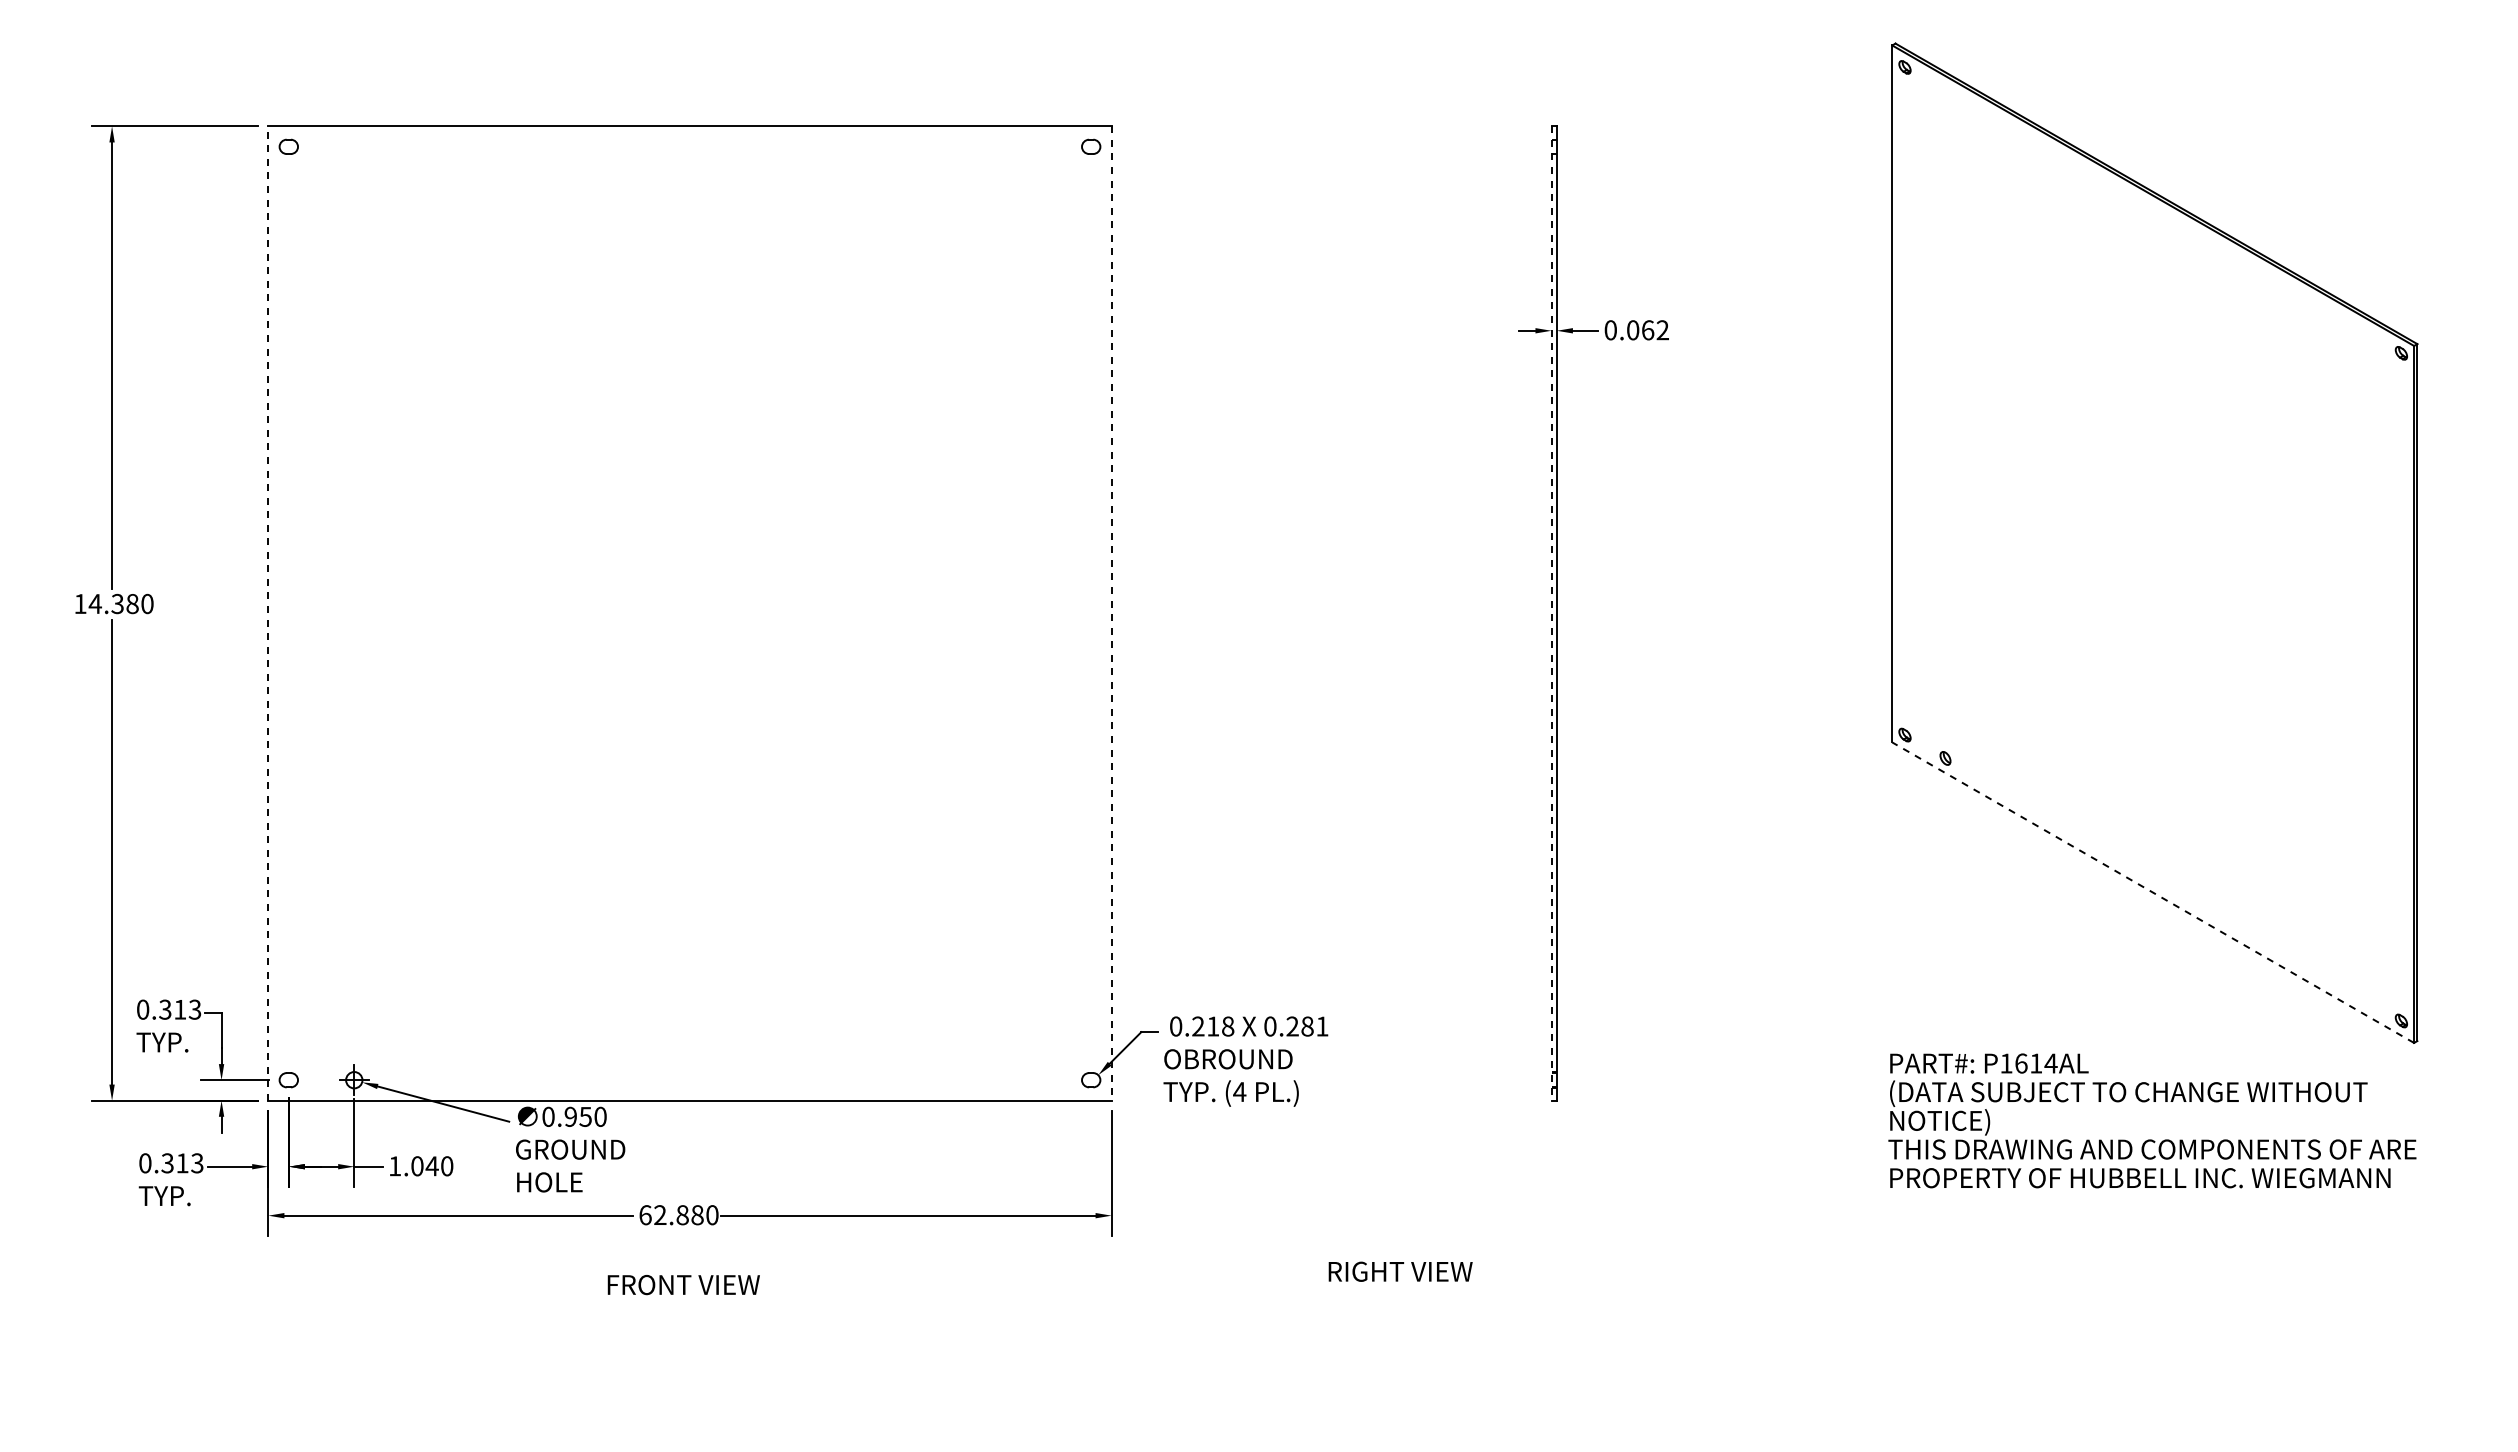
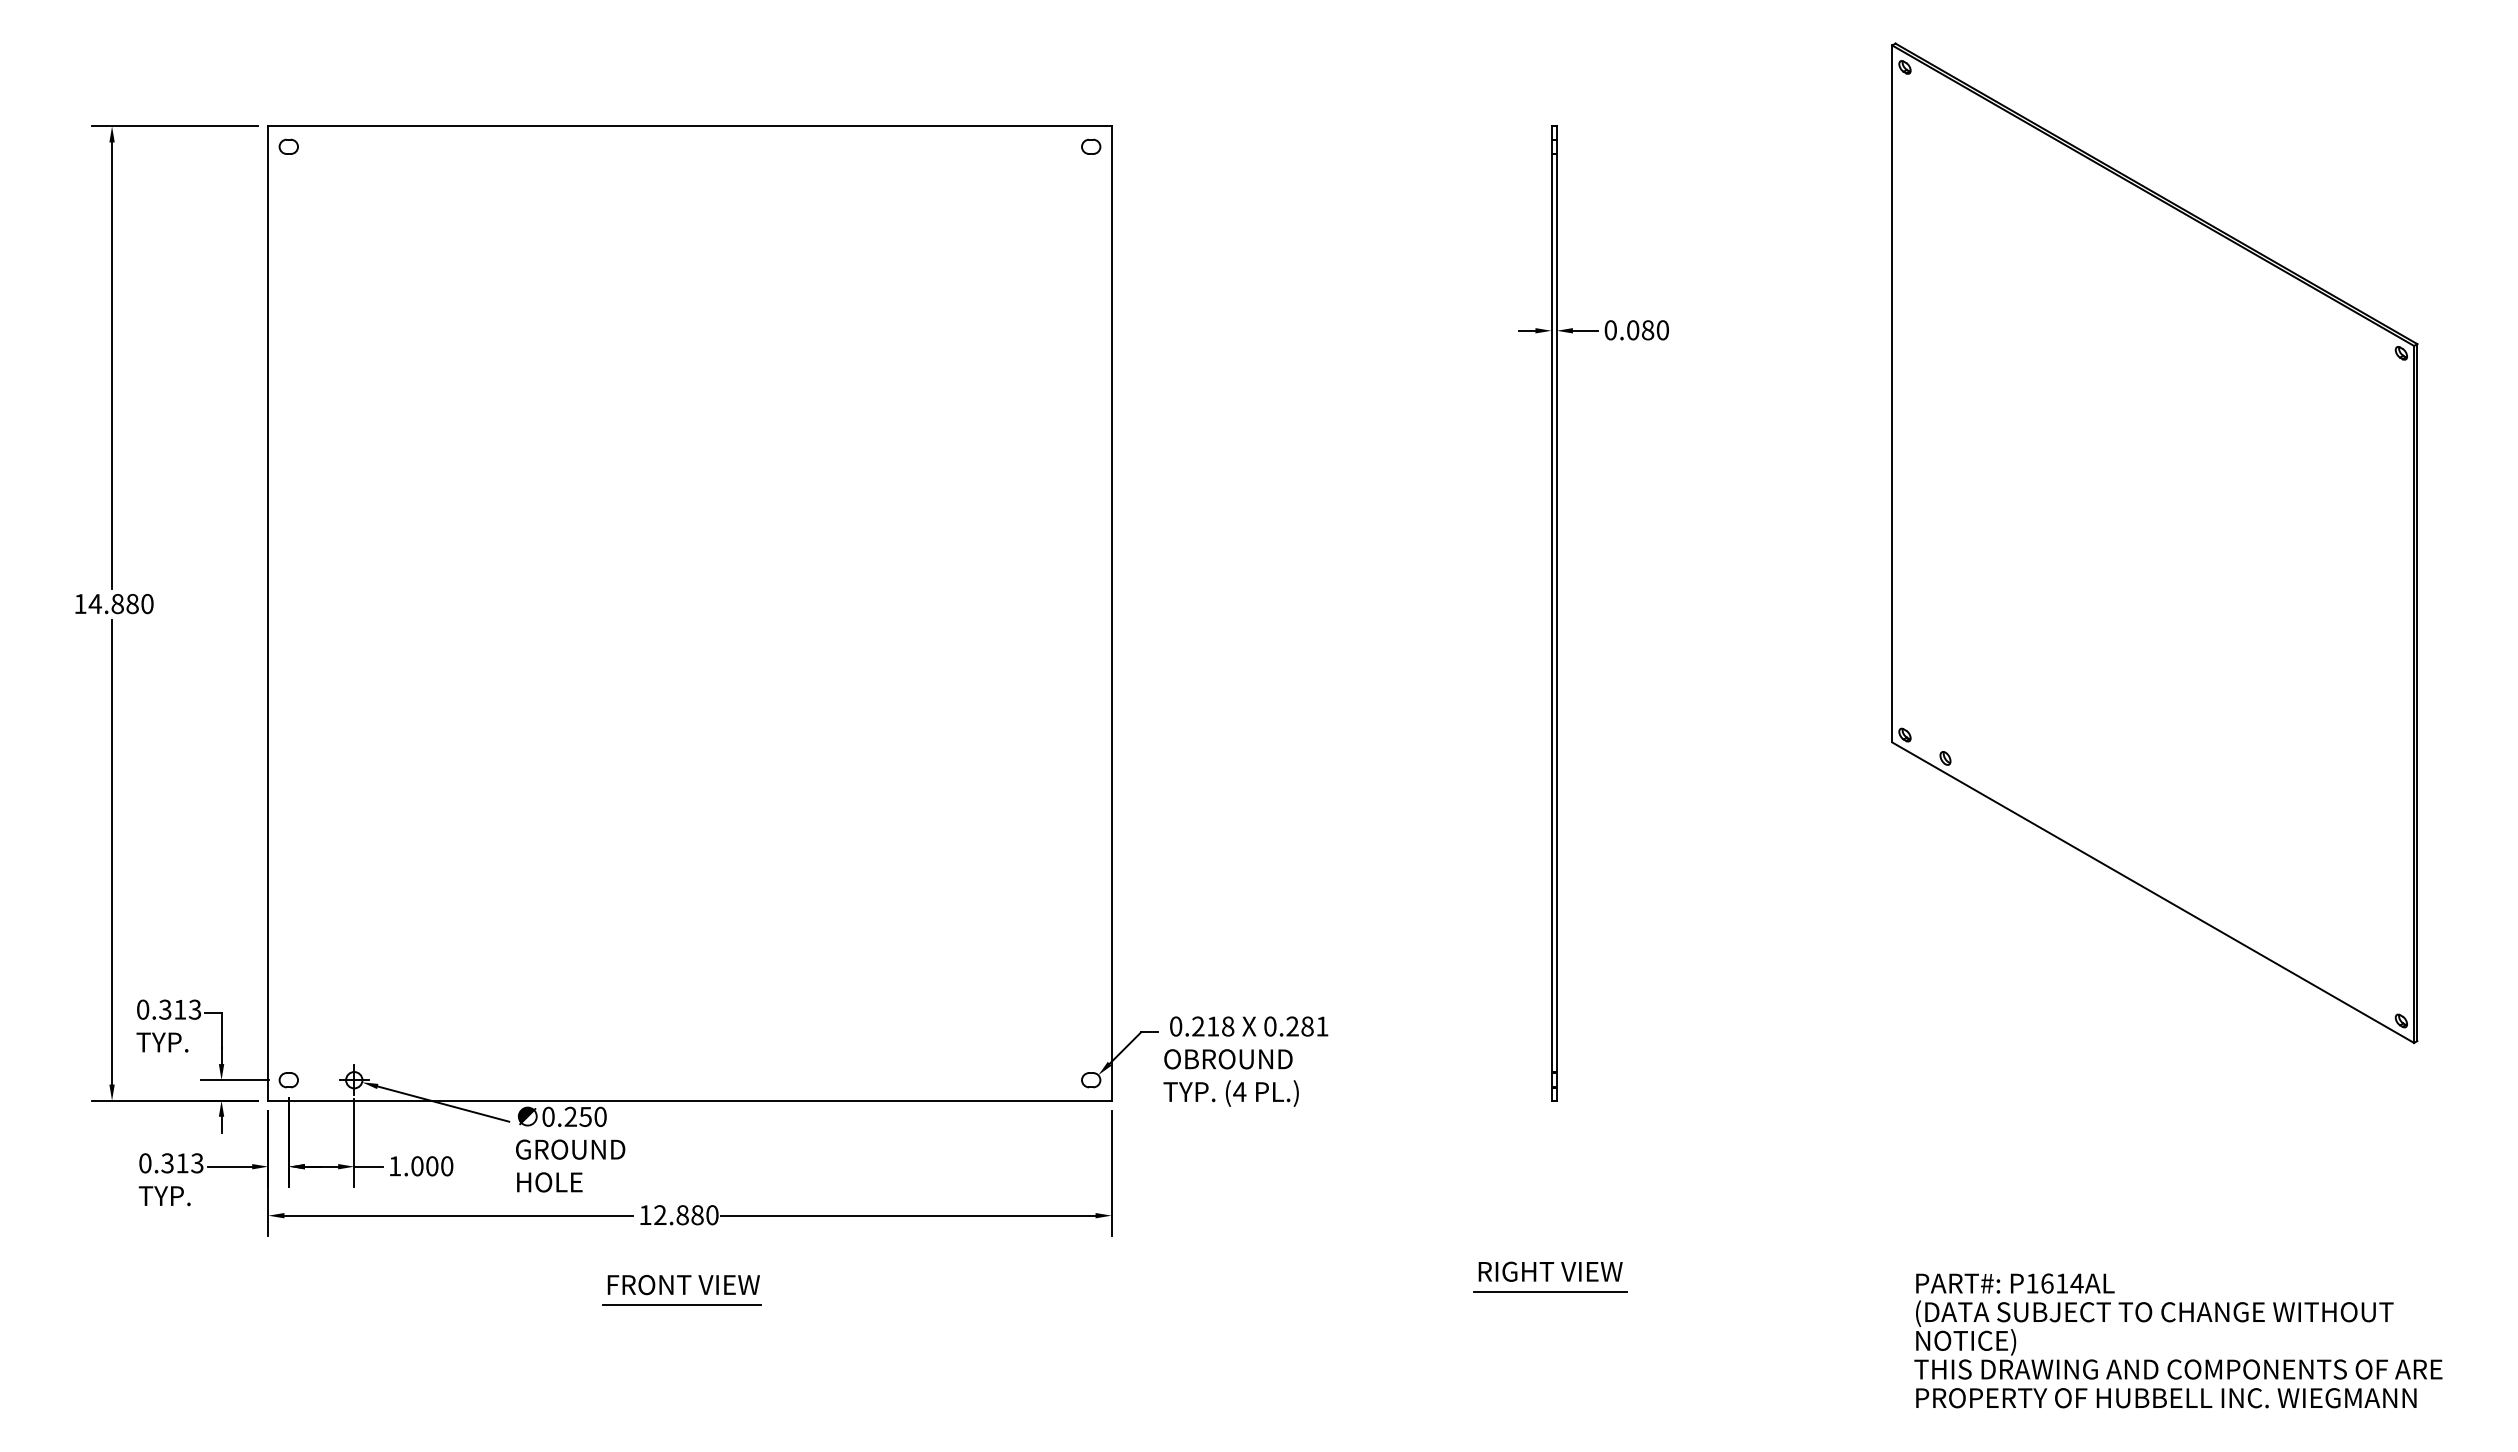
text at (1654, 330): 0.062 -> 0.080
text at (117, 603): 14.380 -> 14.880
line at (268, 613): dashed -> solid
line at (1111, 614): dashed -> solid
line at (1551, 614): dashed -> solid
line at (2152, 892): dashed -> solid
text at (570, 1116): 0.950 -> 0.250
text at (2152, 1120) position: (2152, 1120) -> (2178, 1340)
text at (431, 1166): 1.040 -> 1.000
text at (645, 1215): 62.880 -> 12.880
text at (1400, 1271) position: (1400, 1271) -> (1550, 1271)
line at (1550, 1291): none -> present
line at (682, 1305): none -> present
